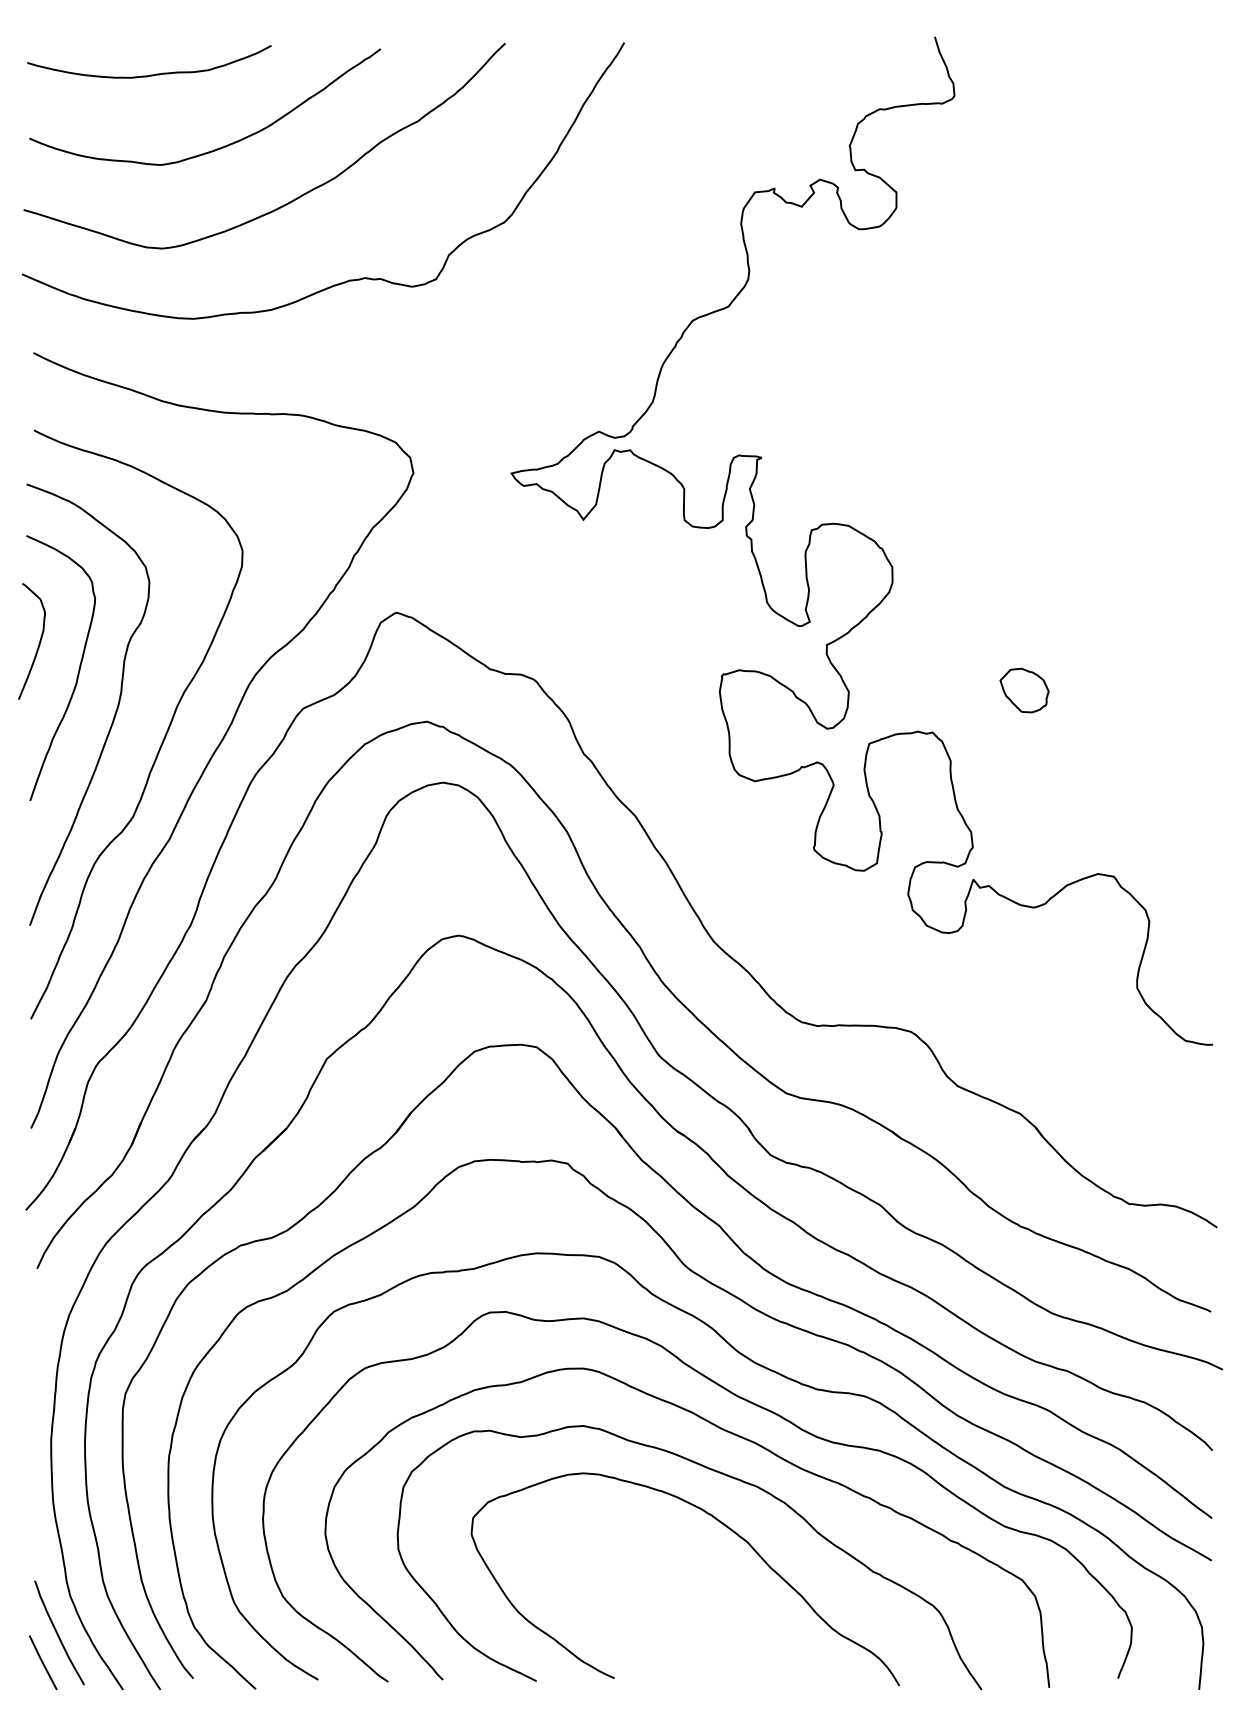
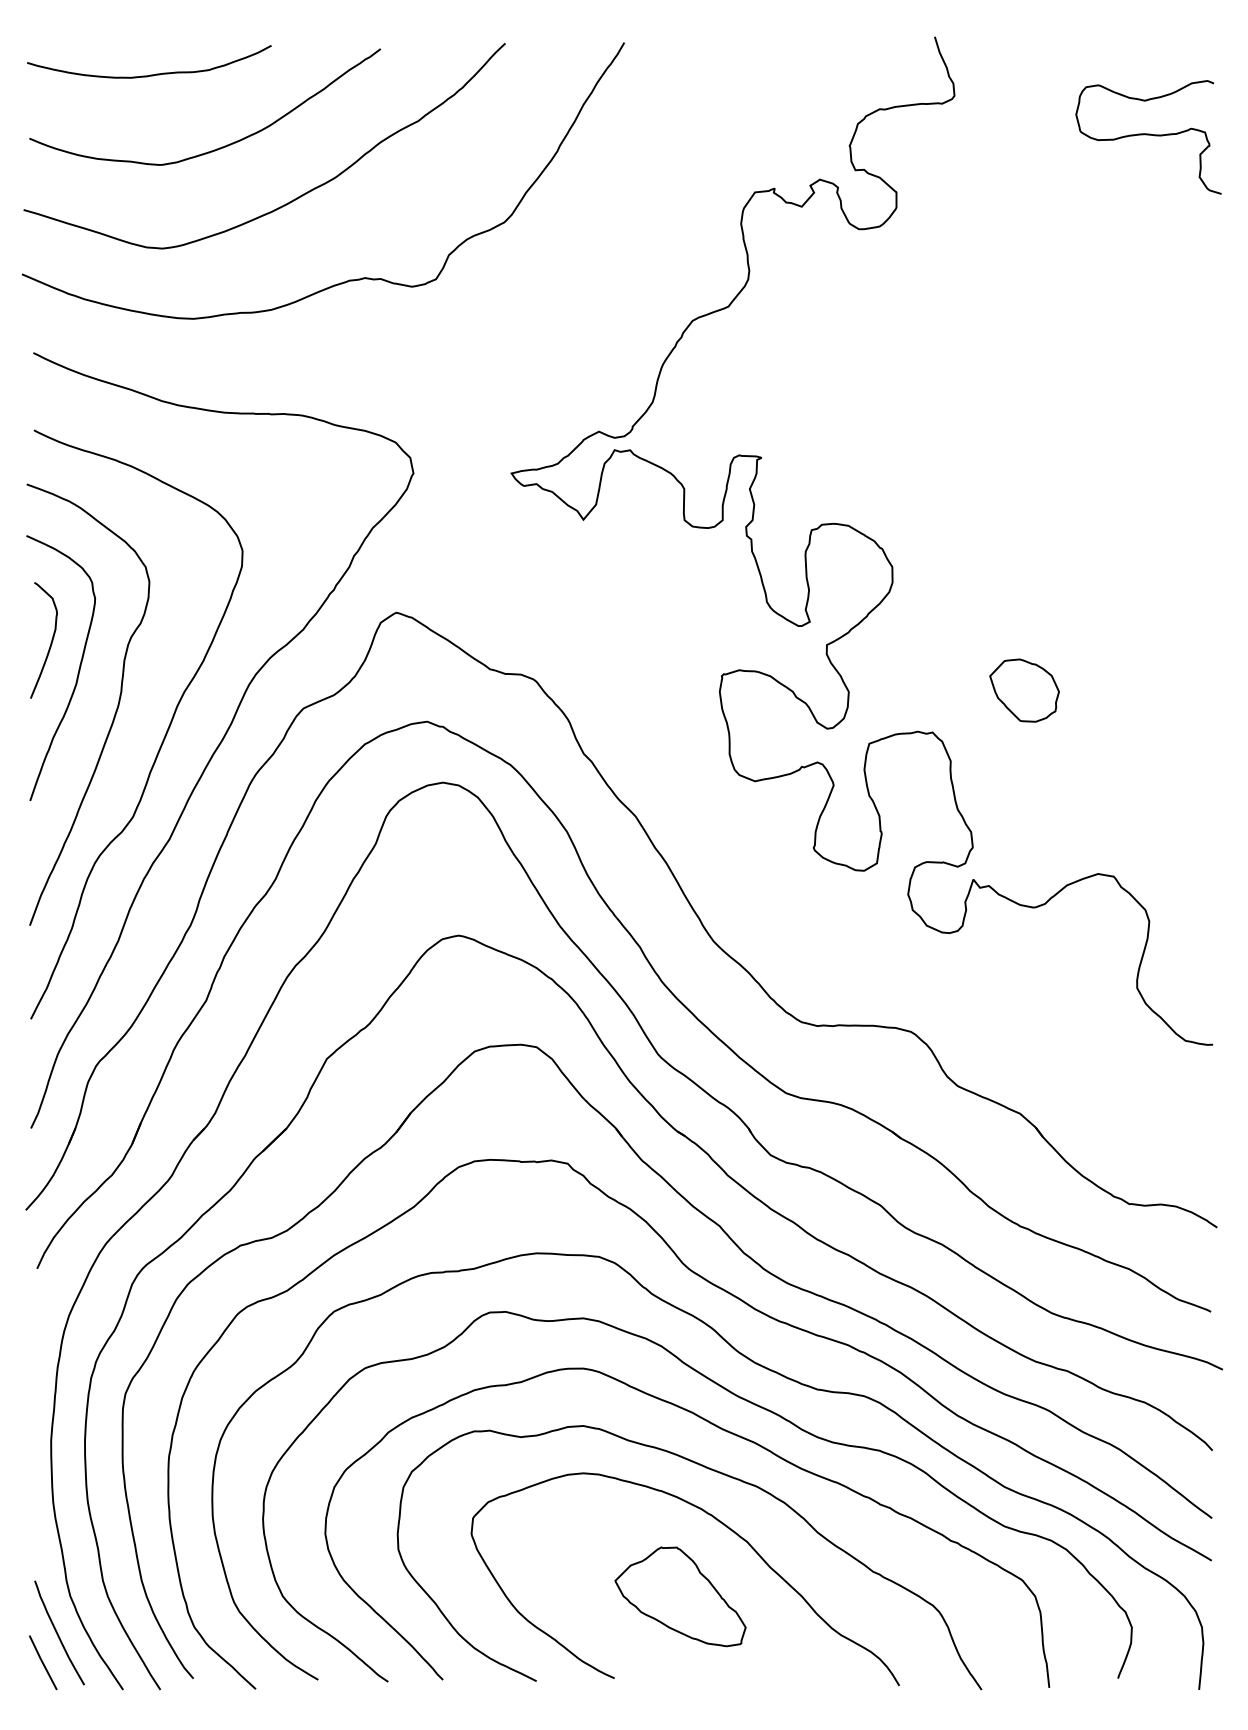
curve at (1148, 135): none -> present
curve at (38, 643) position: (38, 643) -> (50, 642)
part at (1024, 690) size: 51x47 px -> 71x65 px
part at (680, 1596): none -> present
